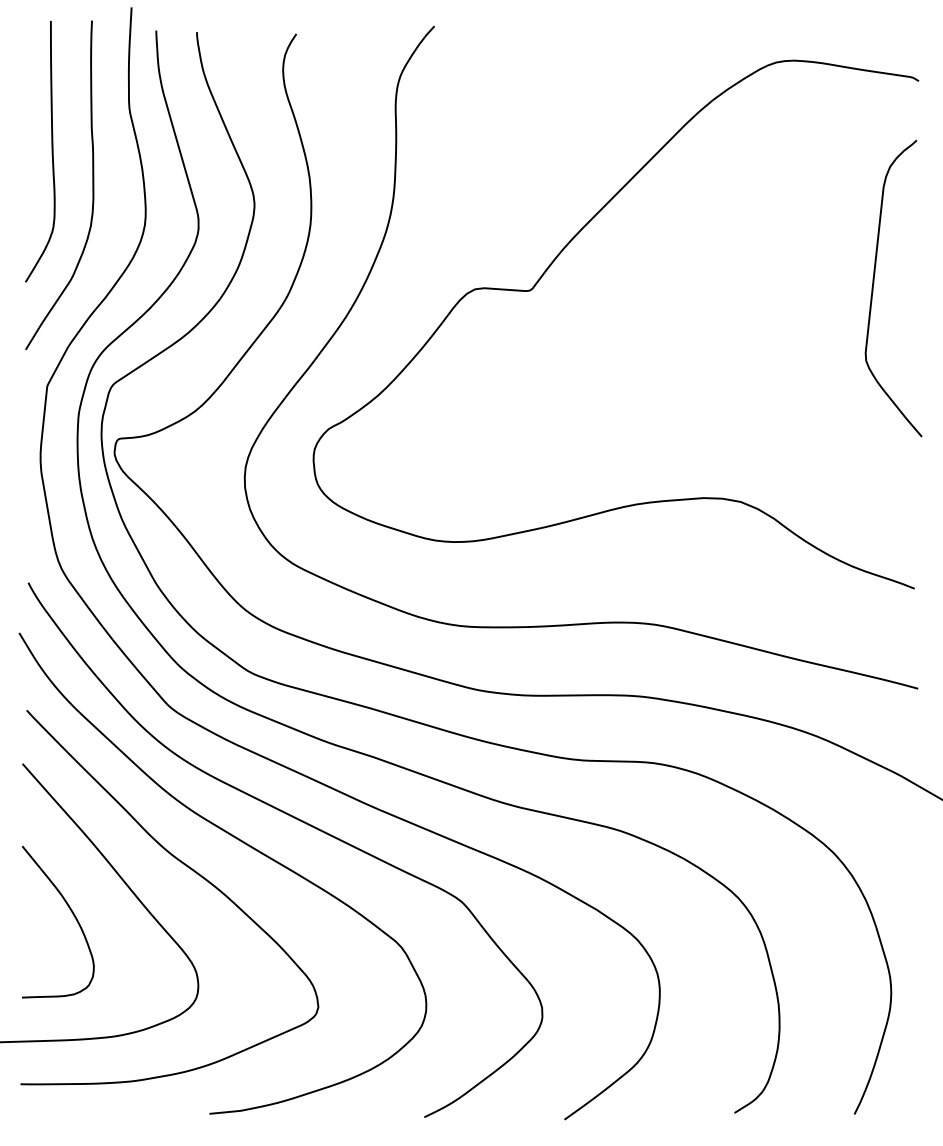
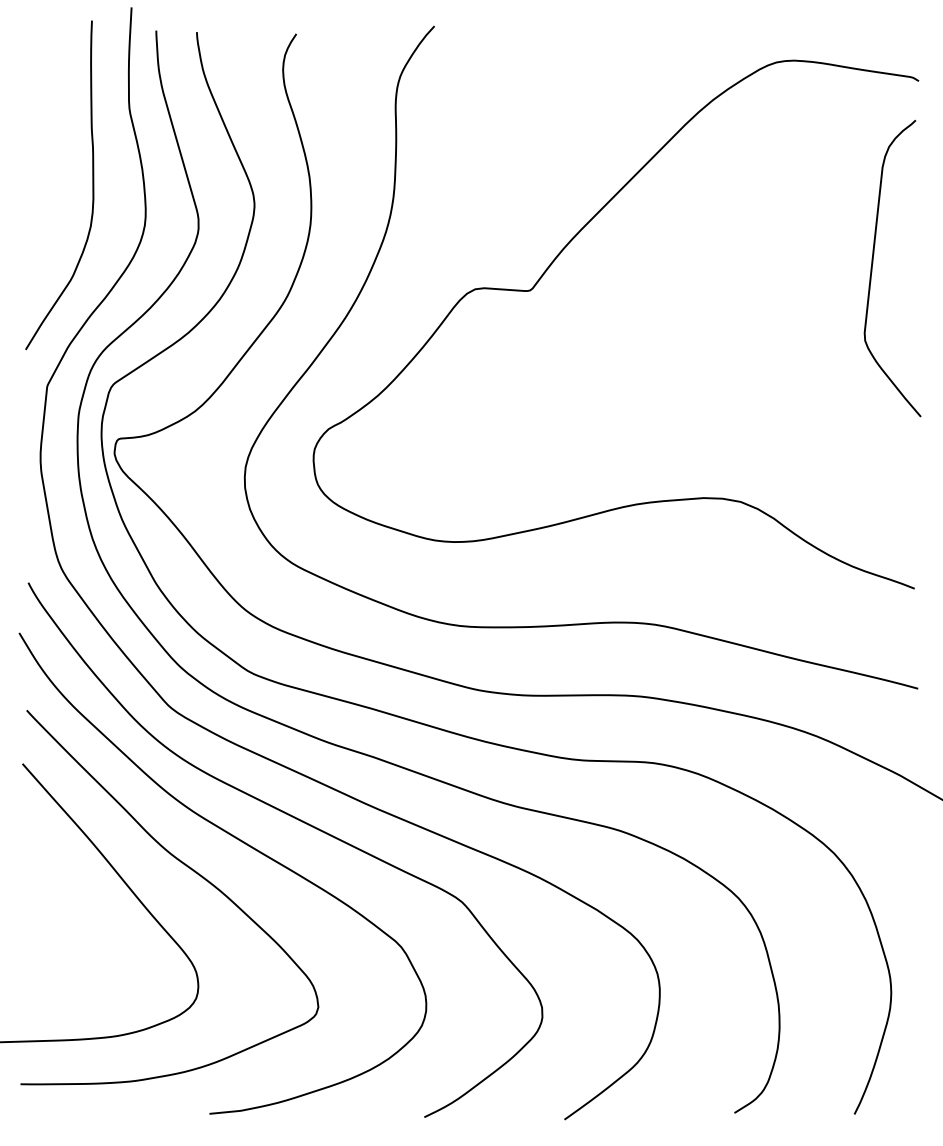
curve at (51, 151): present -> none
curve at (874, 283) position: (874, 283) -> (873, 263)
curve at (72, 914): present -> none
